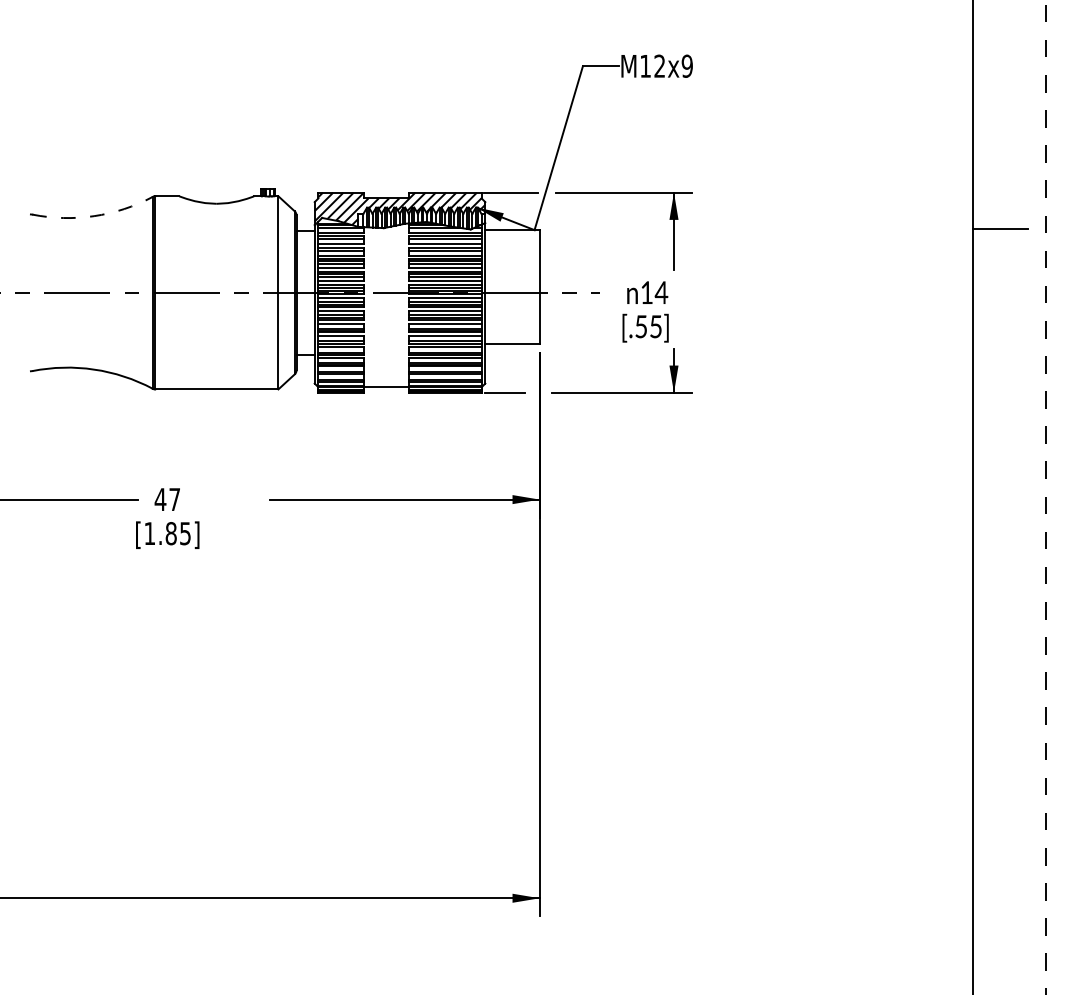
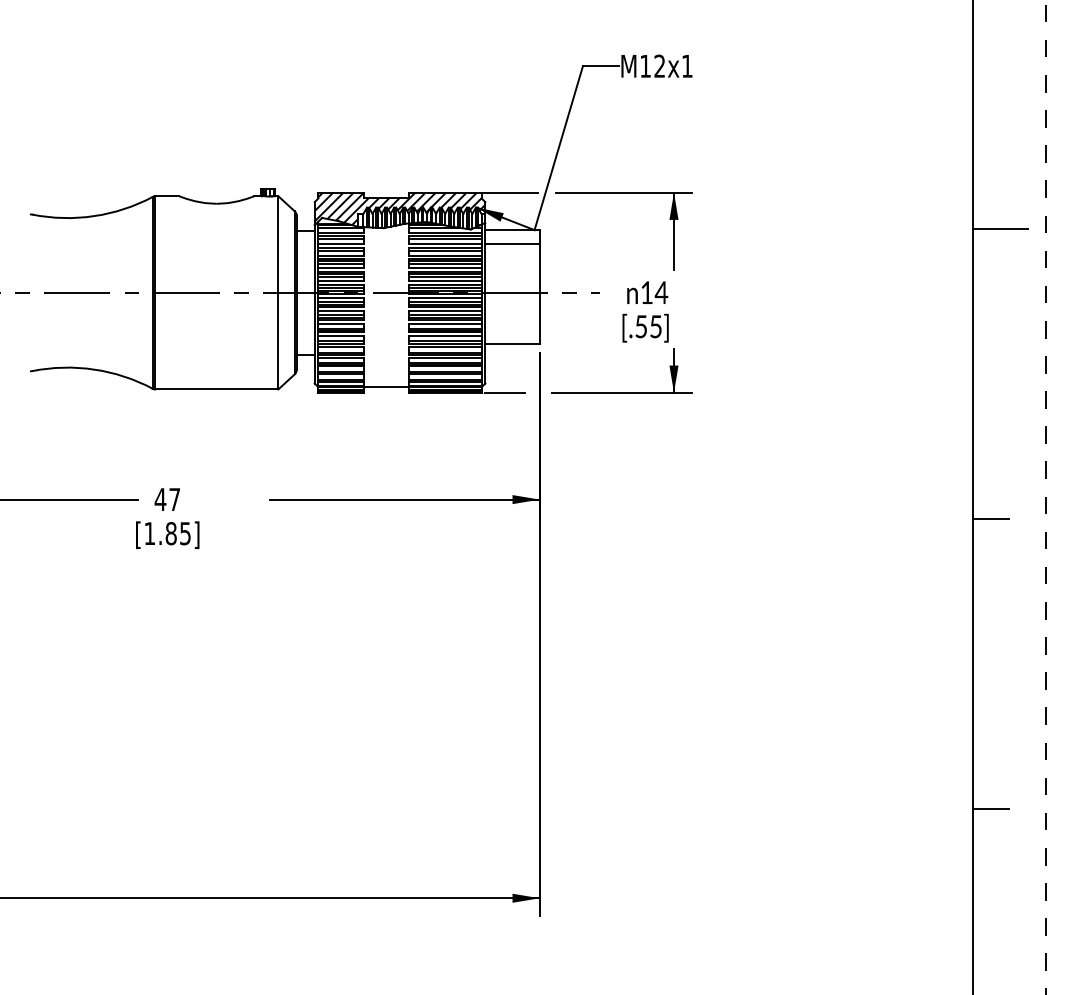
text at (686, 65): M12x9 -> M12x1
arc at (94, 216): dashed -> solid
line at (512, 244): none -> present
line at (991, 519): none -> present
line at (991, 809): none -> present
